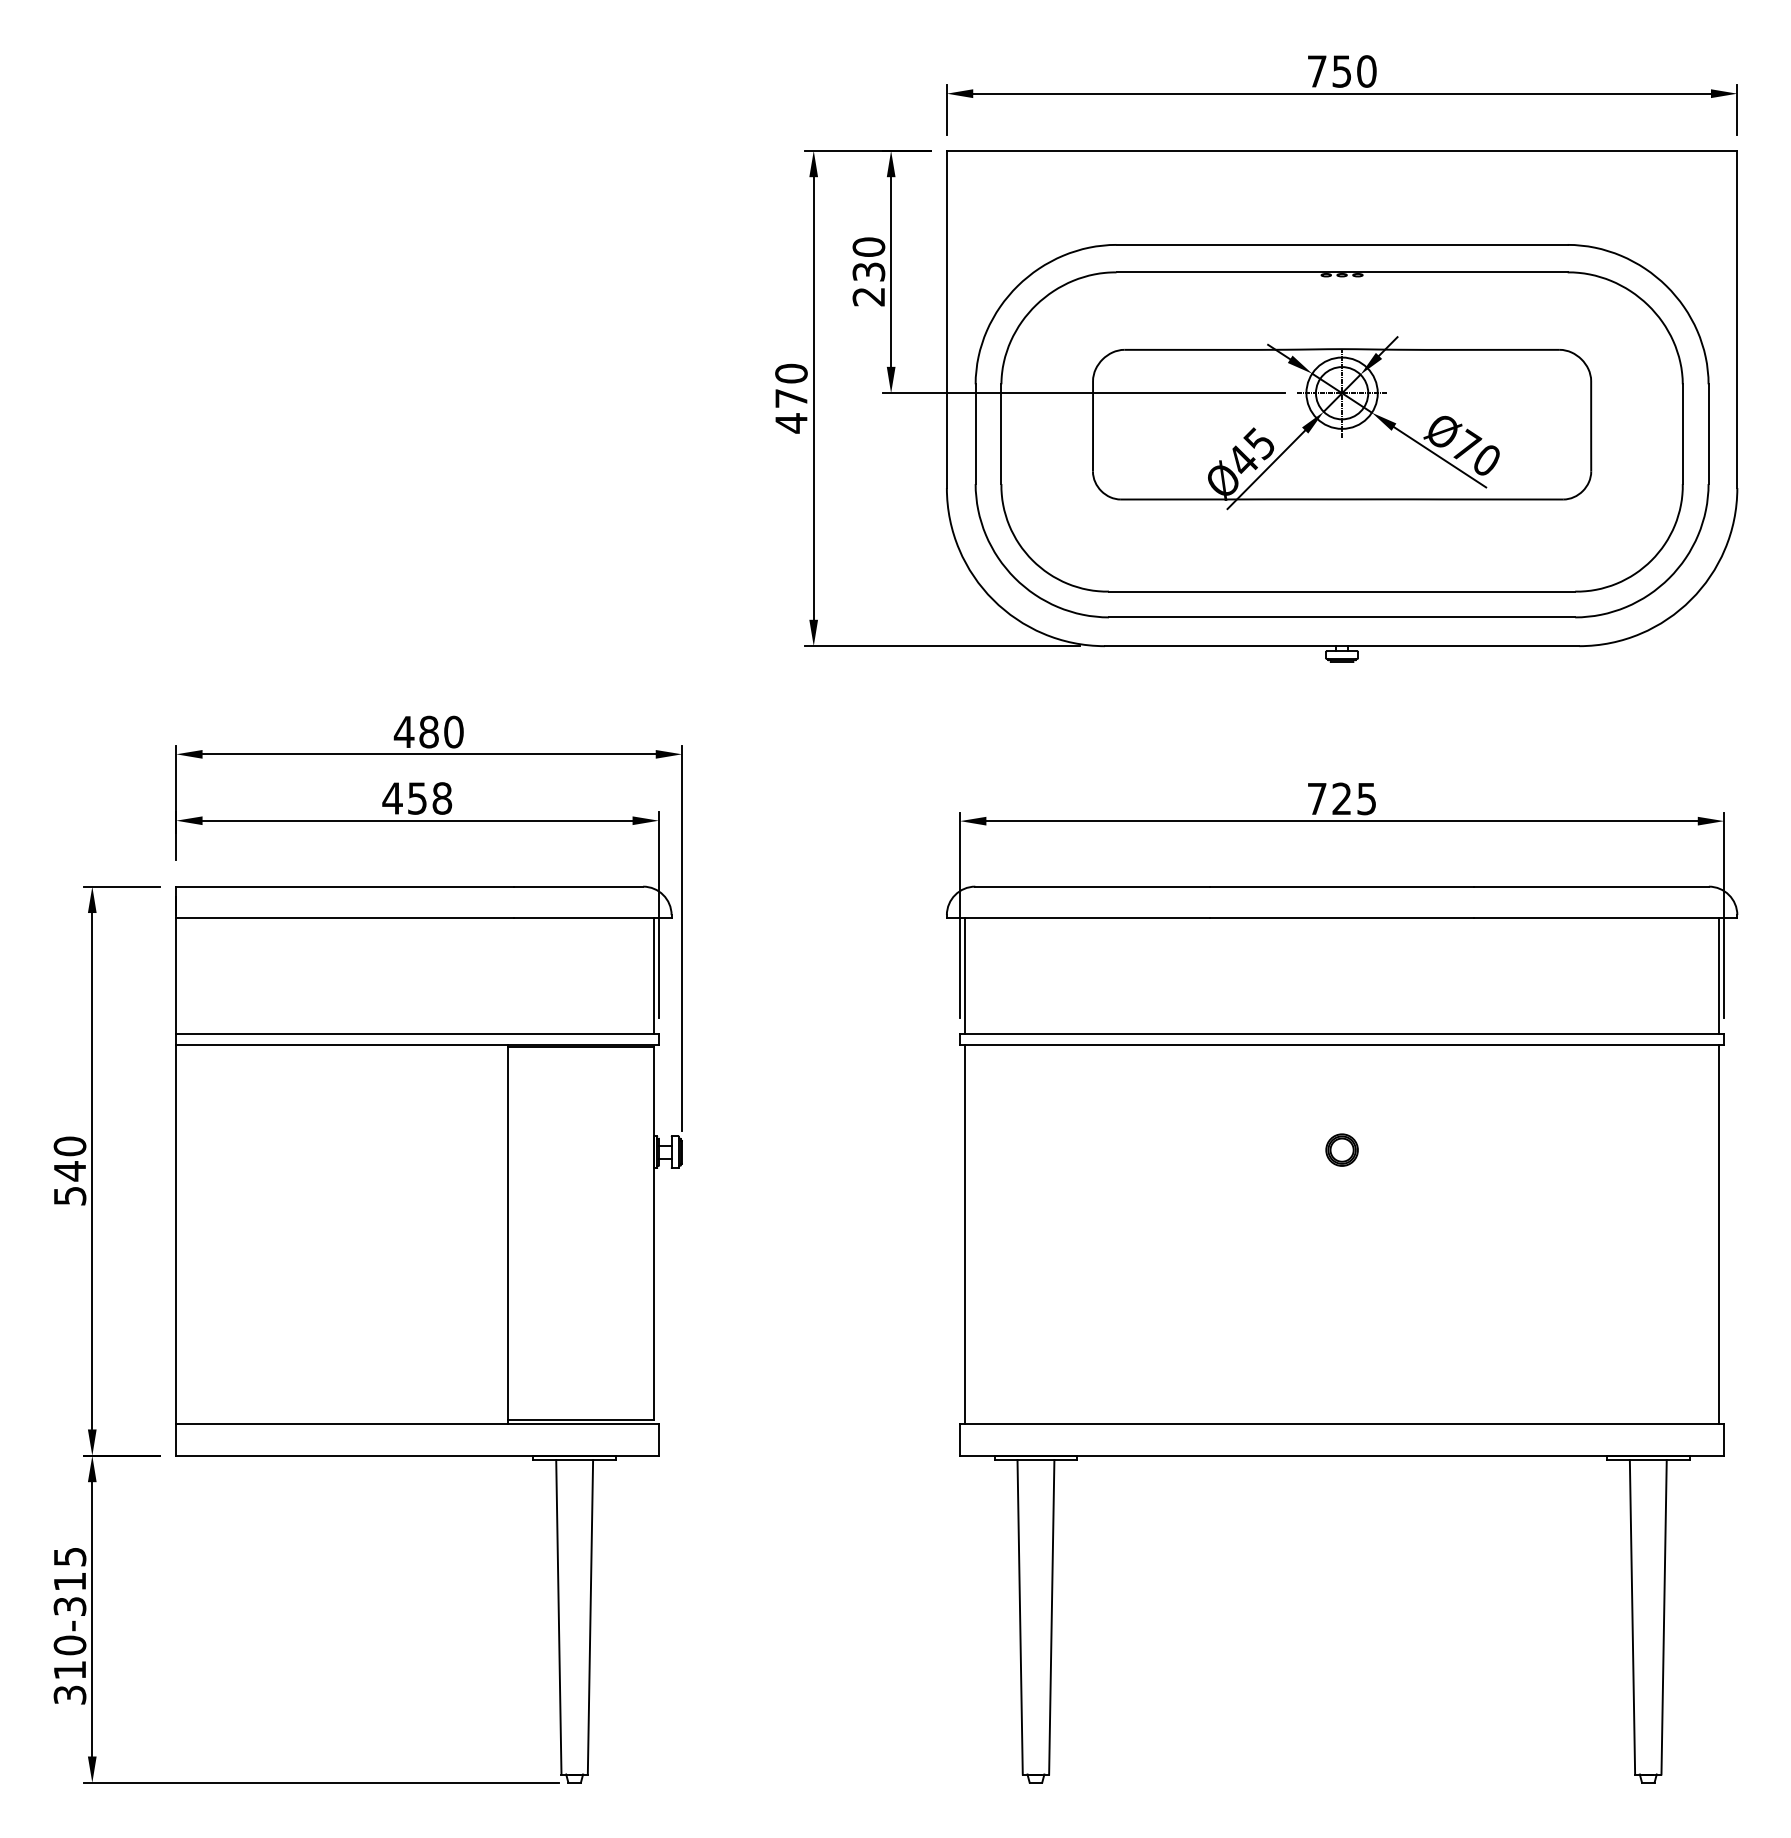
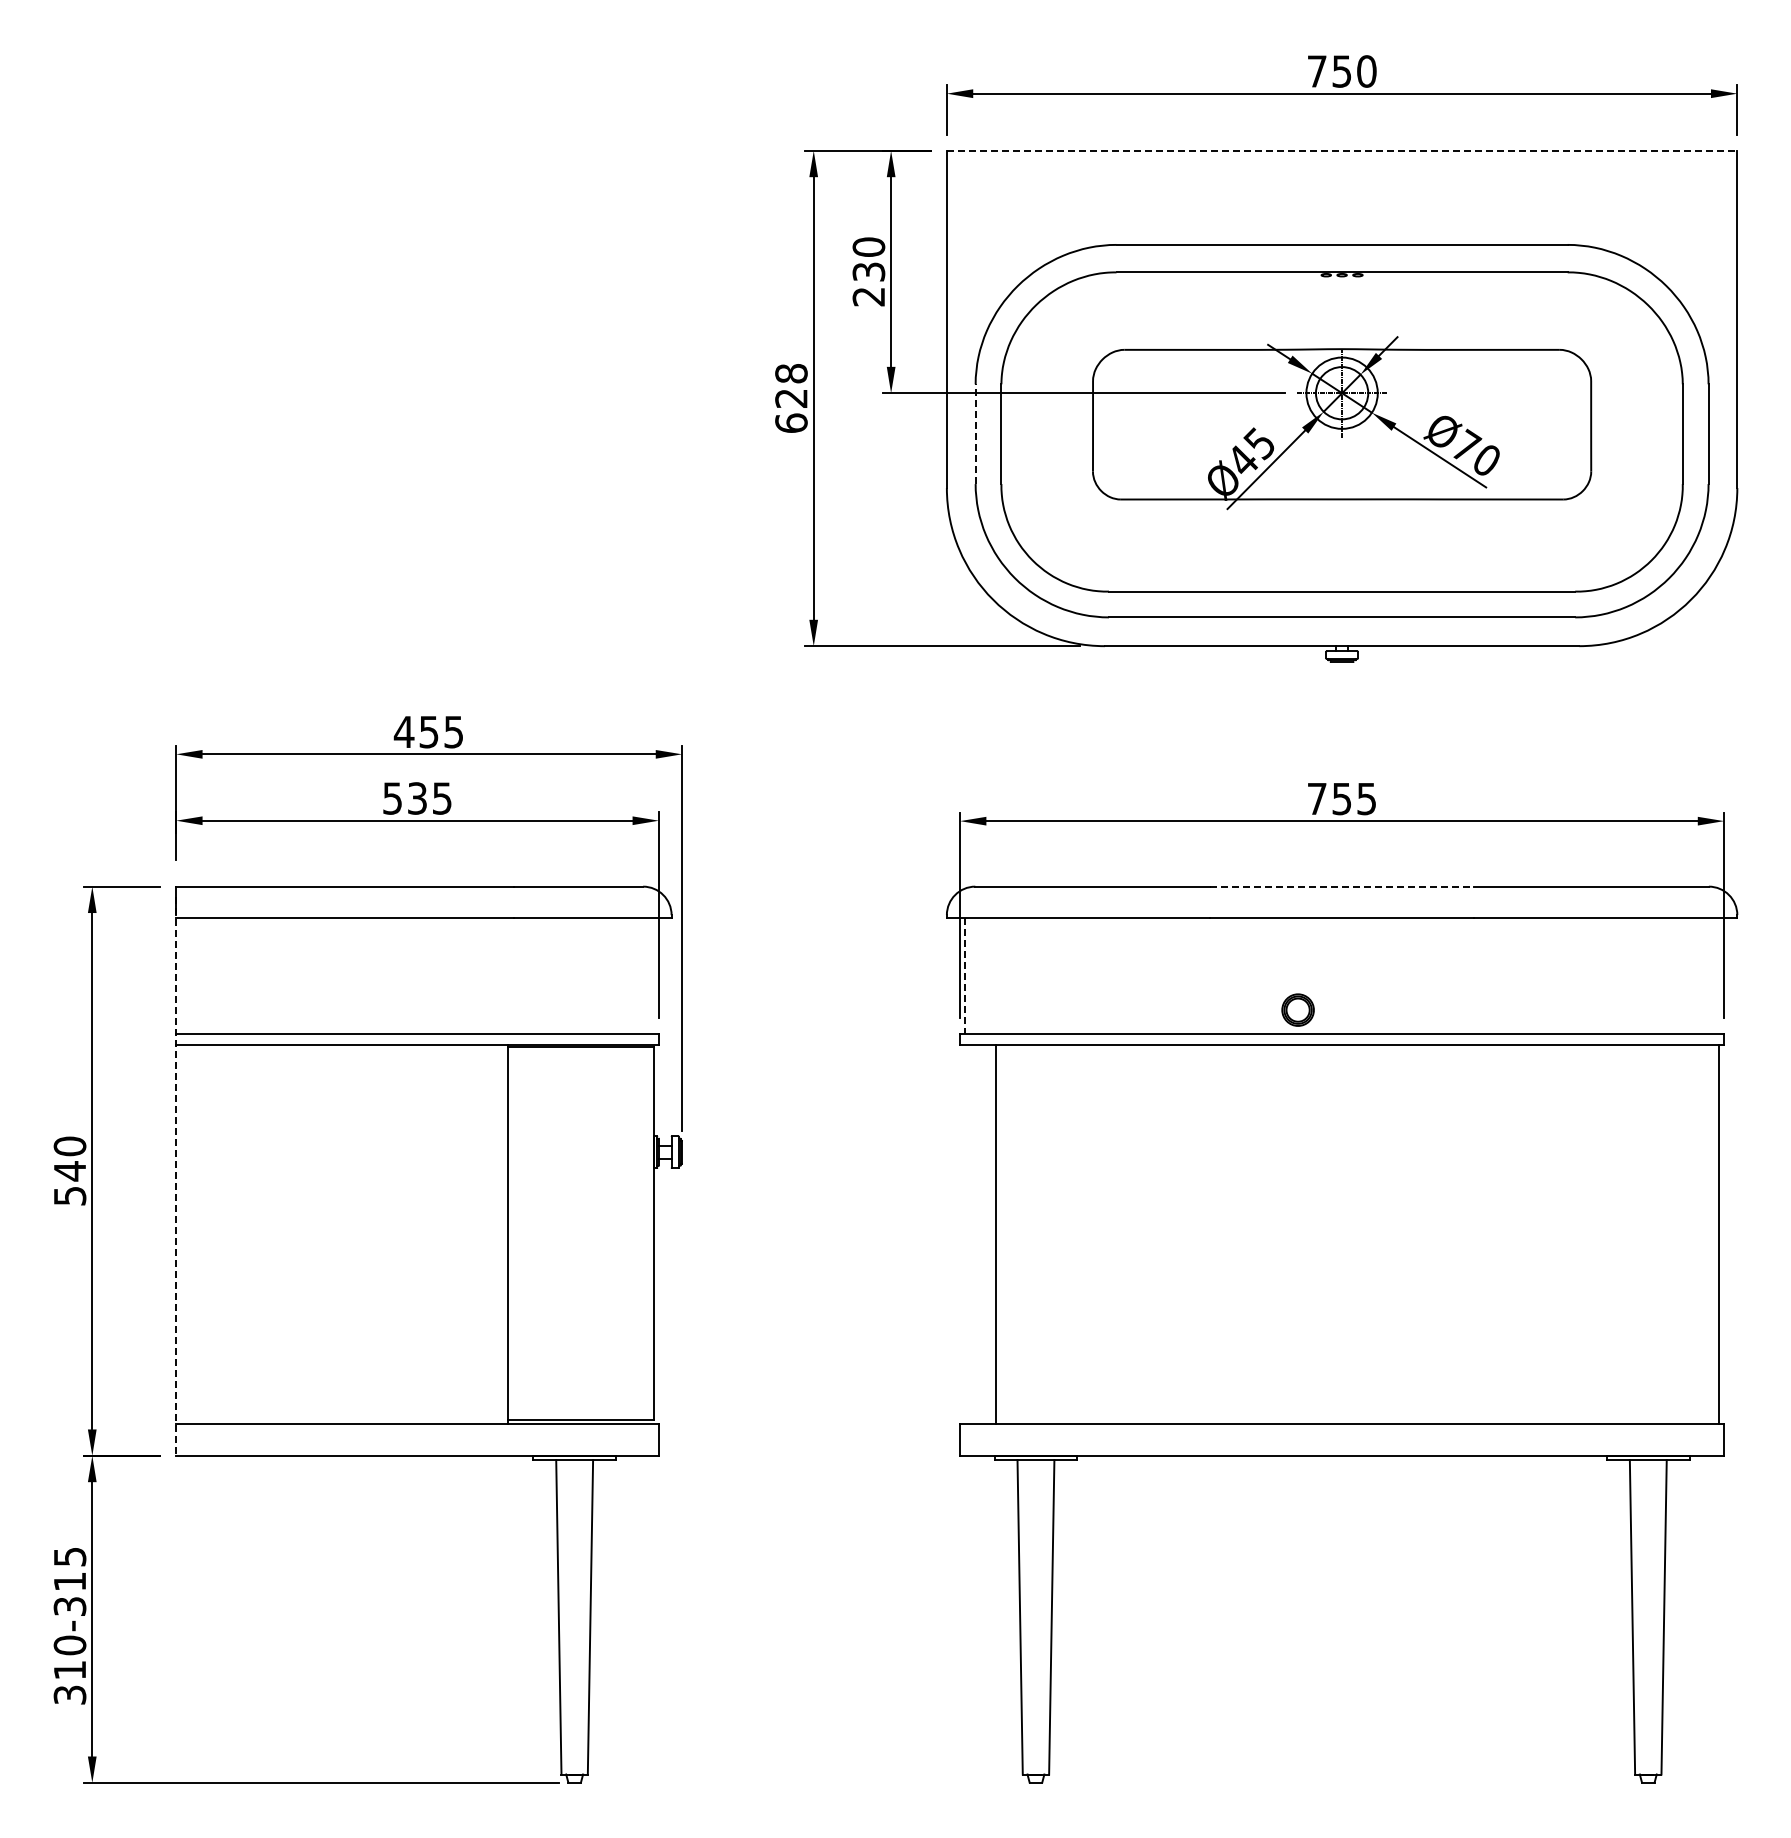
line at (1342, 150): solid -> dashed
text at (791, 398): 470 -> 628
line at (975, 434): solid -> dashed
text at (441, 731): 480 -> 455
text at (417, 798): 458 -> 535
text at (1341, 798): 725 -> 755
line at (1342, 886): solid -> dashed
line at (653, 976): present -> none
line at (965, 976): solid -> dashed
line at (1718, 976): present -> none
part at (1341, 1149) position: (1341, 1149) -> (1297, 1009)
line at (176, 1176): solid -> dashed
line at (965, 1234) position: (965, 1234) -> (996, 1234)
